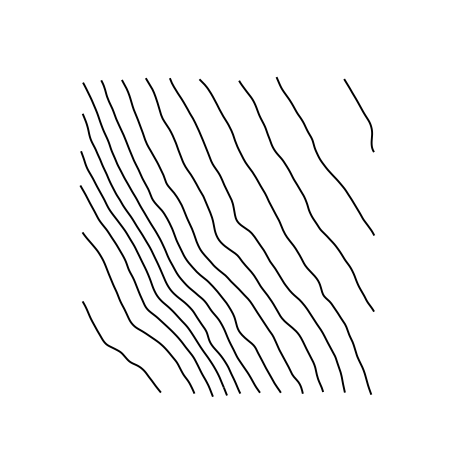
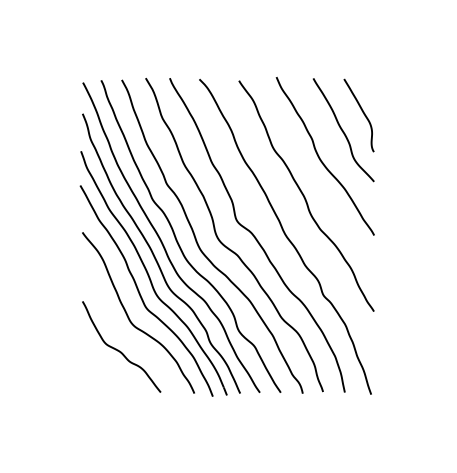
curve at (343, 130): none -> present
